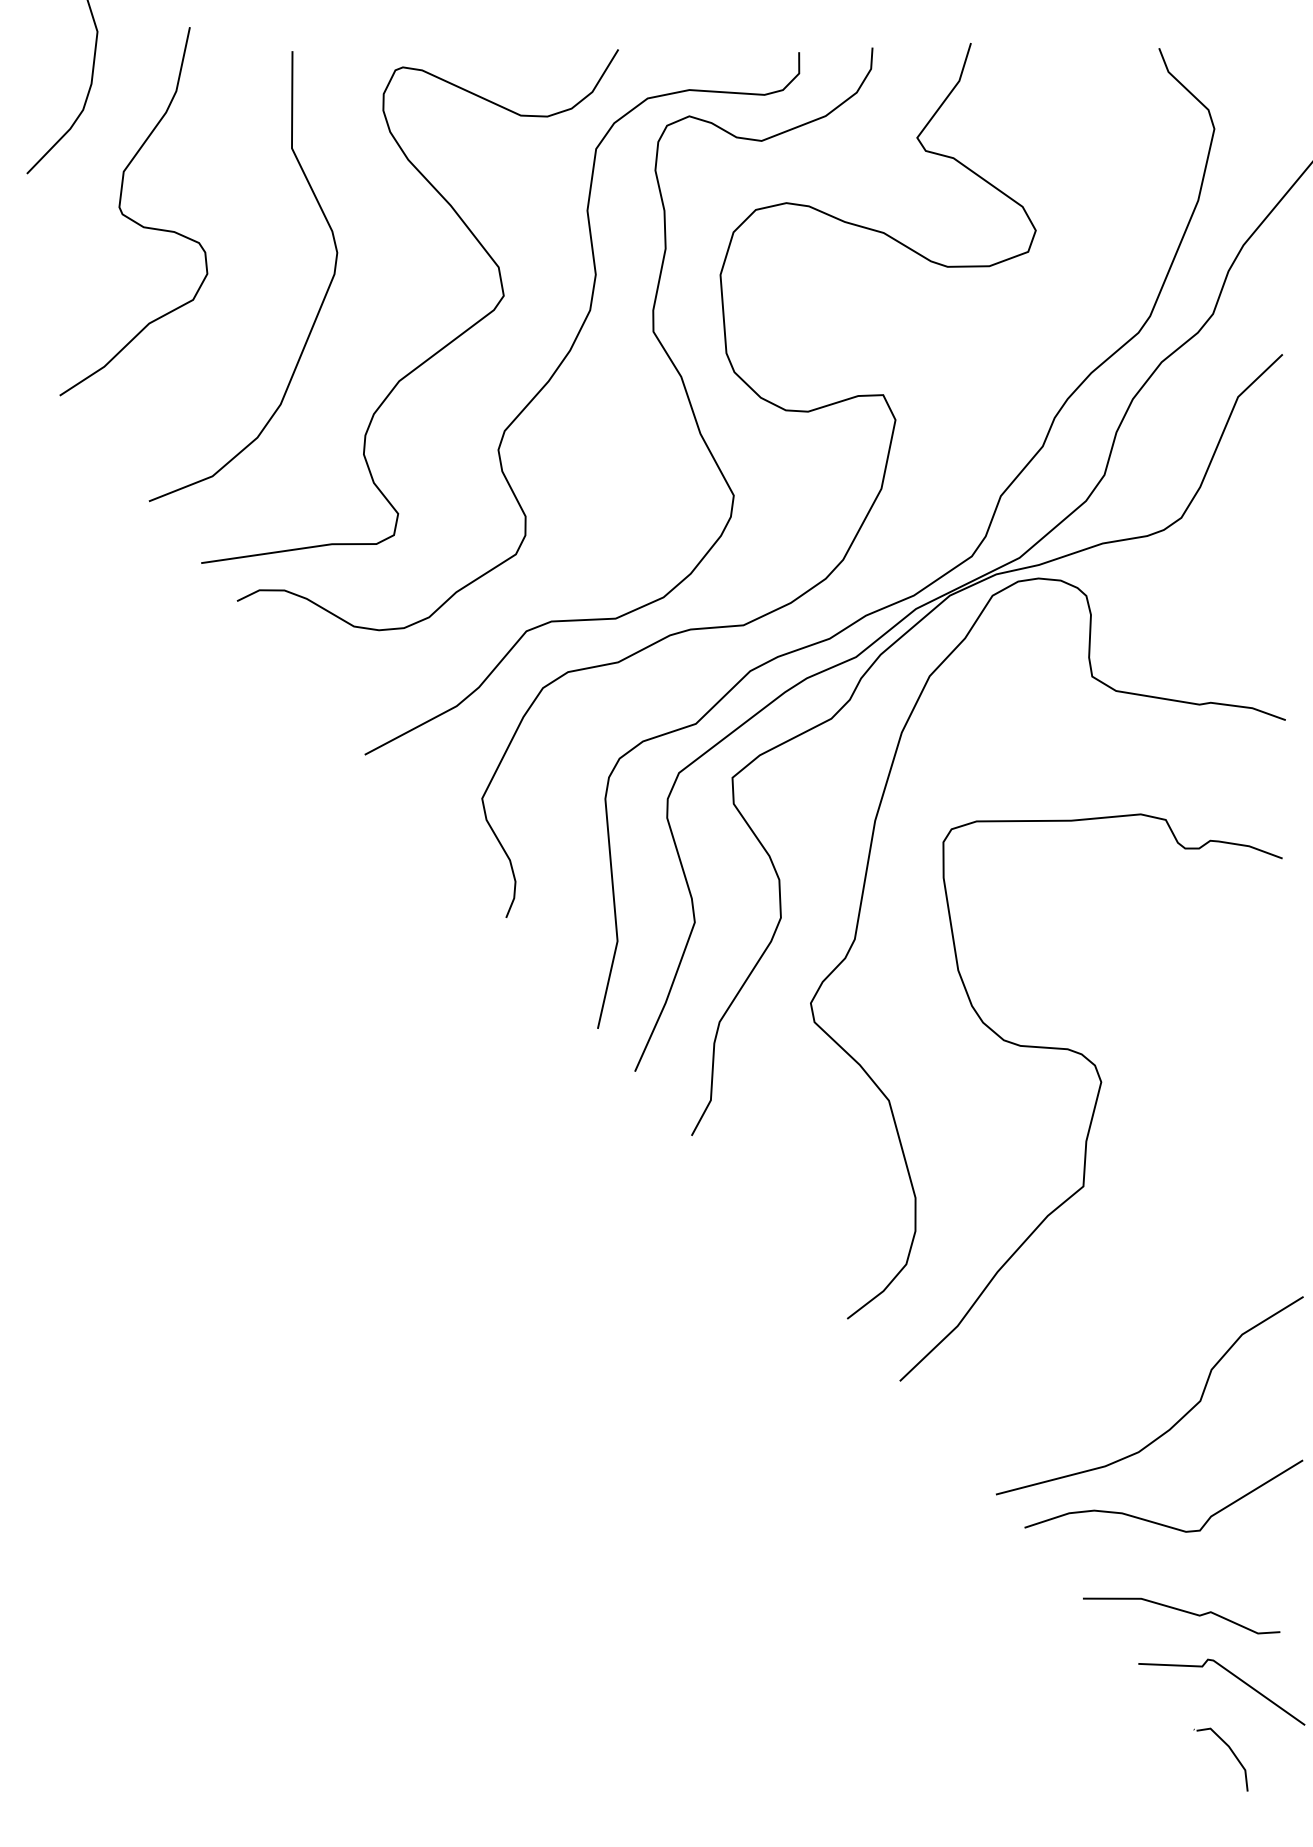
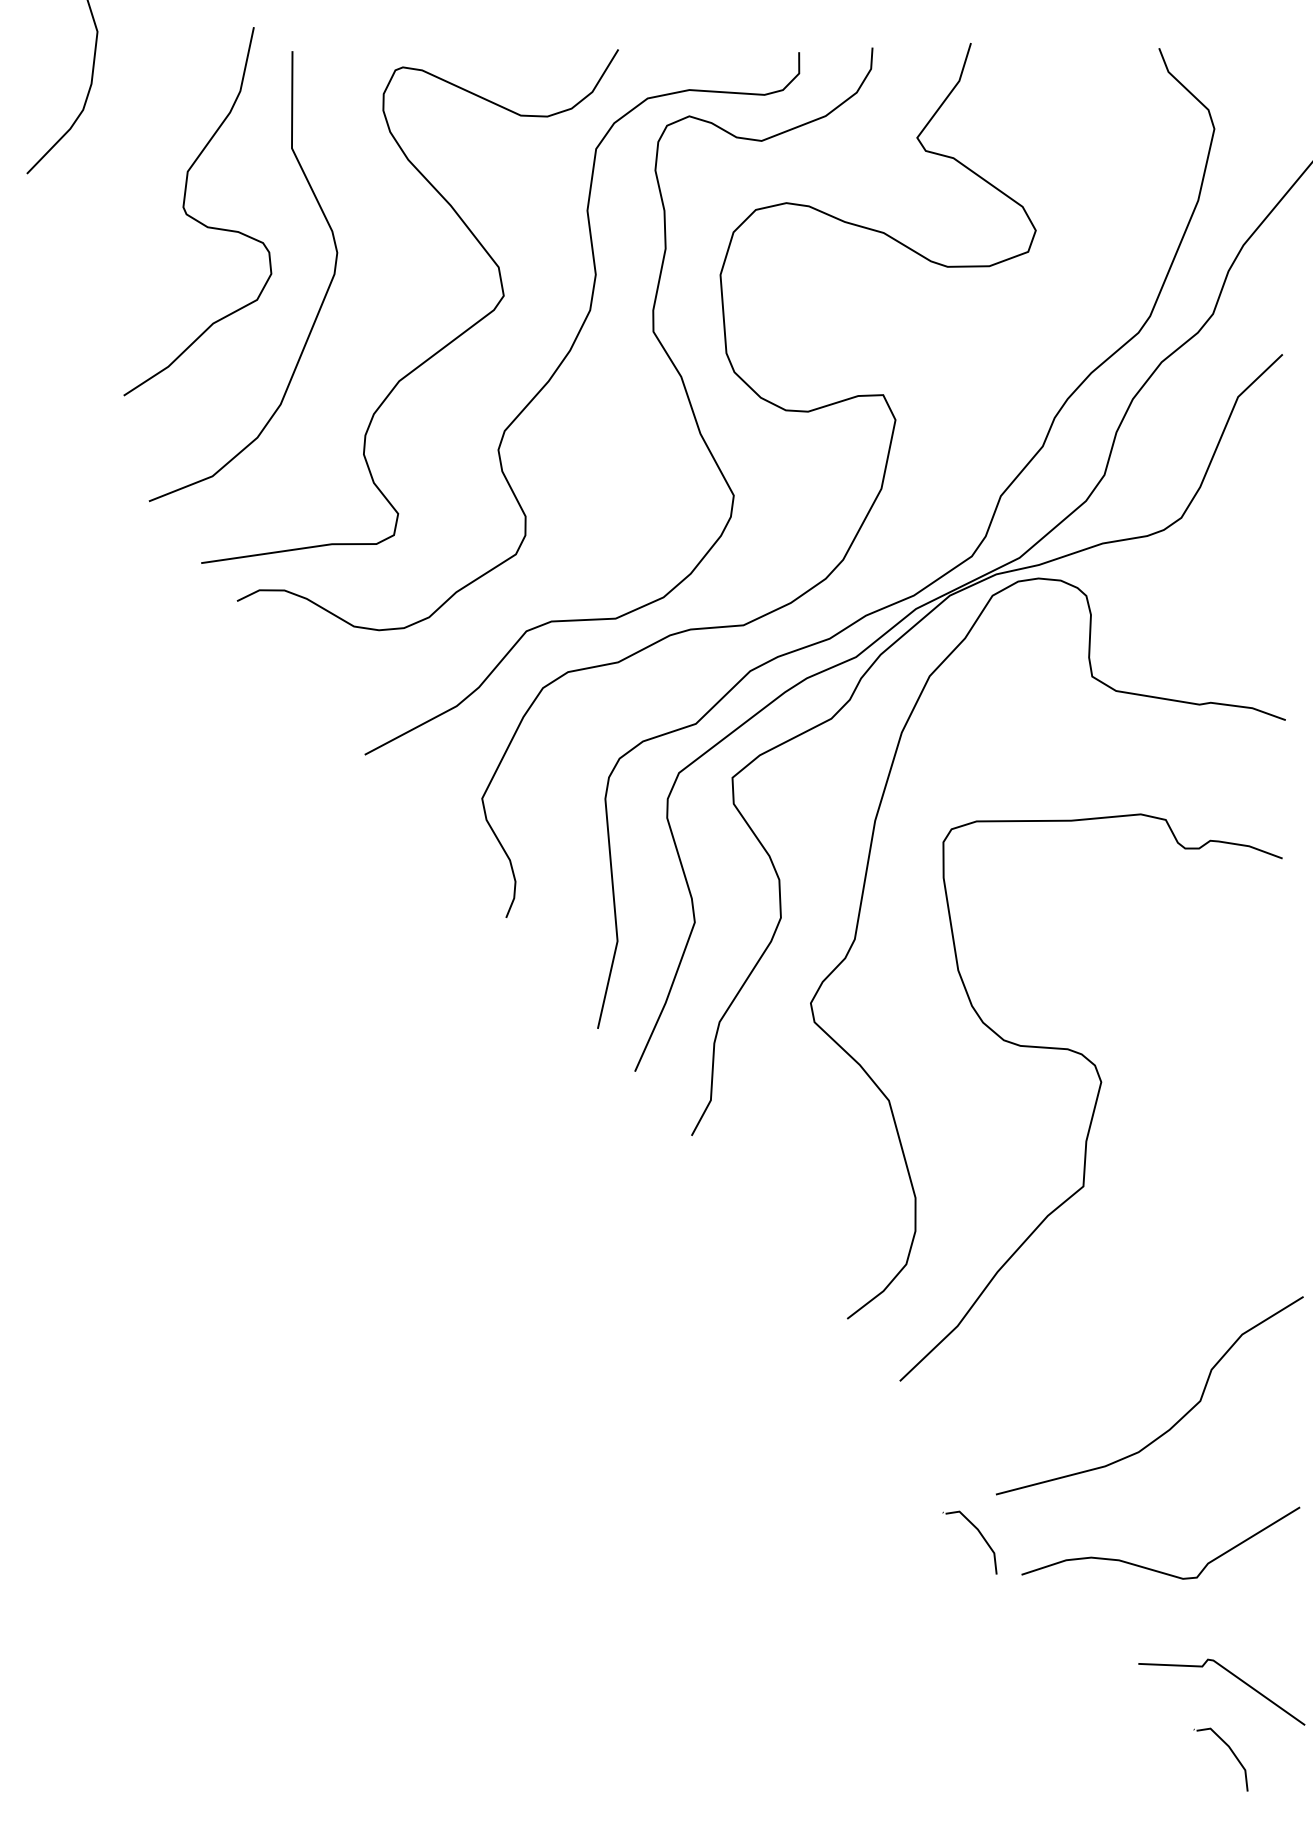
curve at (128, 216) position: (128, 216) -> (192, 216)
curve at (1154, 1521) position: (1154, 1521) -> (1151, 1568)
part at (980, 1535): none -> present
curve at (1181, 1611): present -> none
